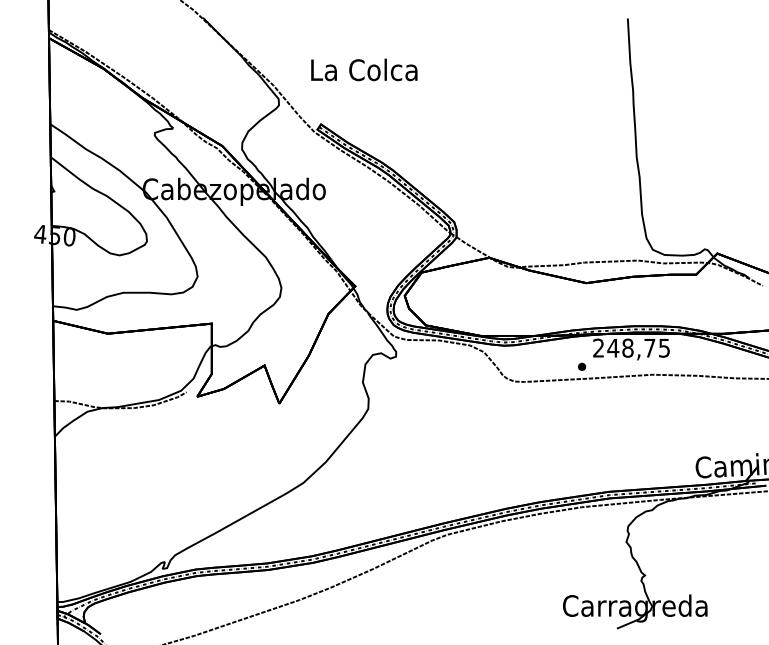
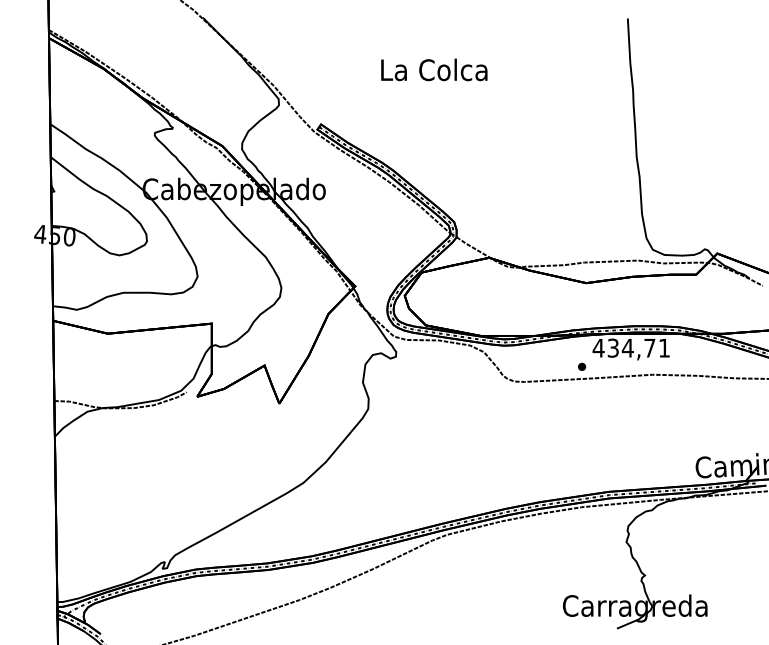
text at (364, 69) position: (364, 69) -> (434, 69)
text at (630, 347): 248,75 -> 434,71
